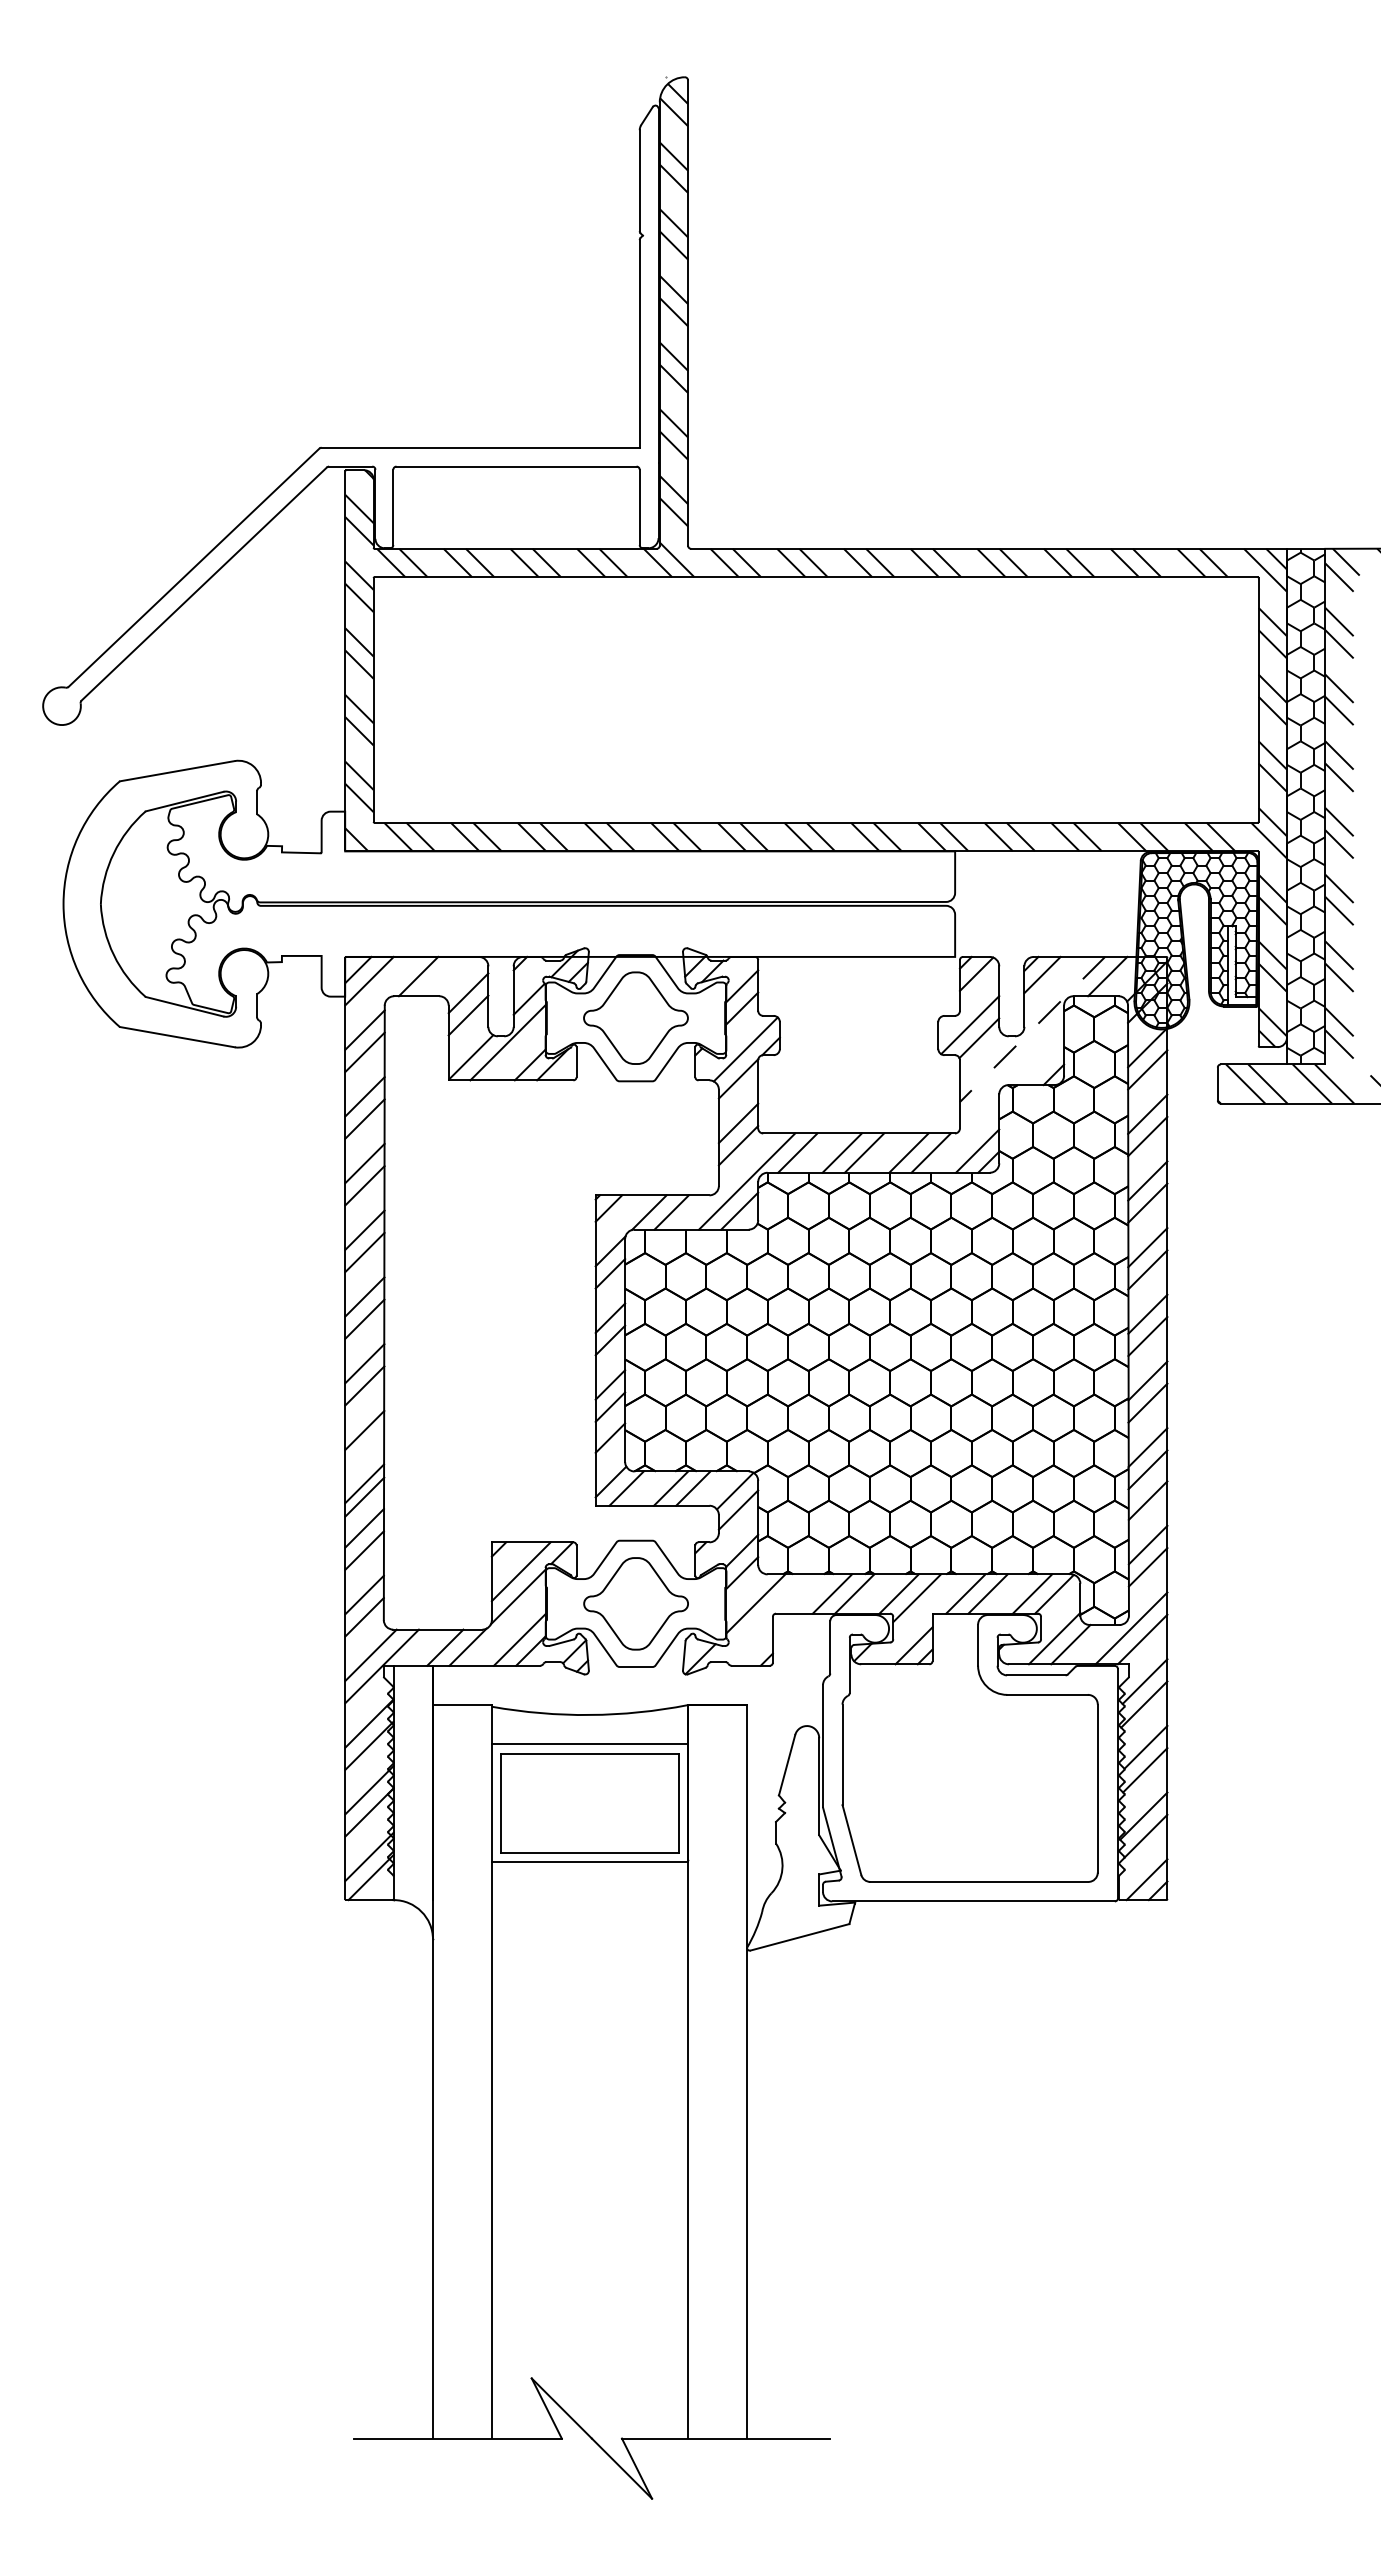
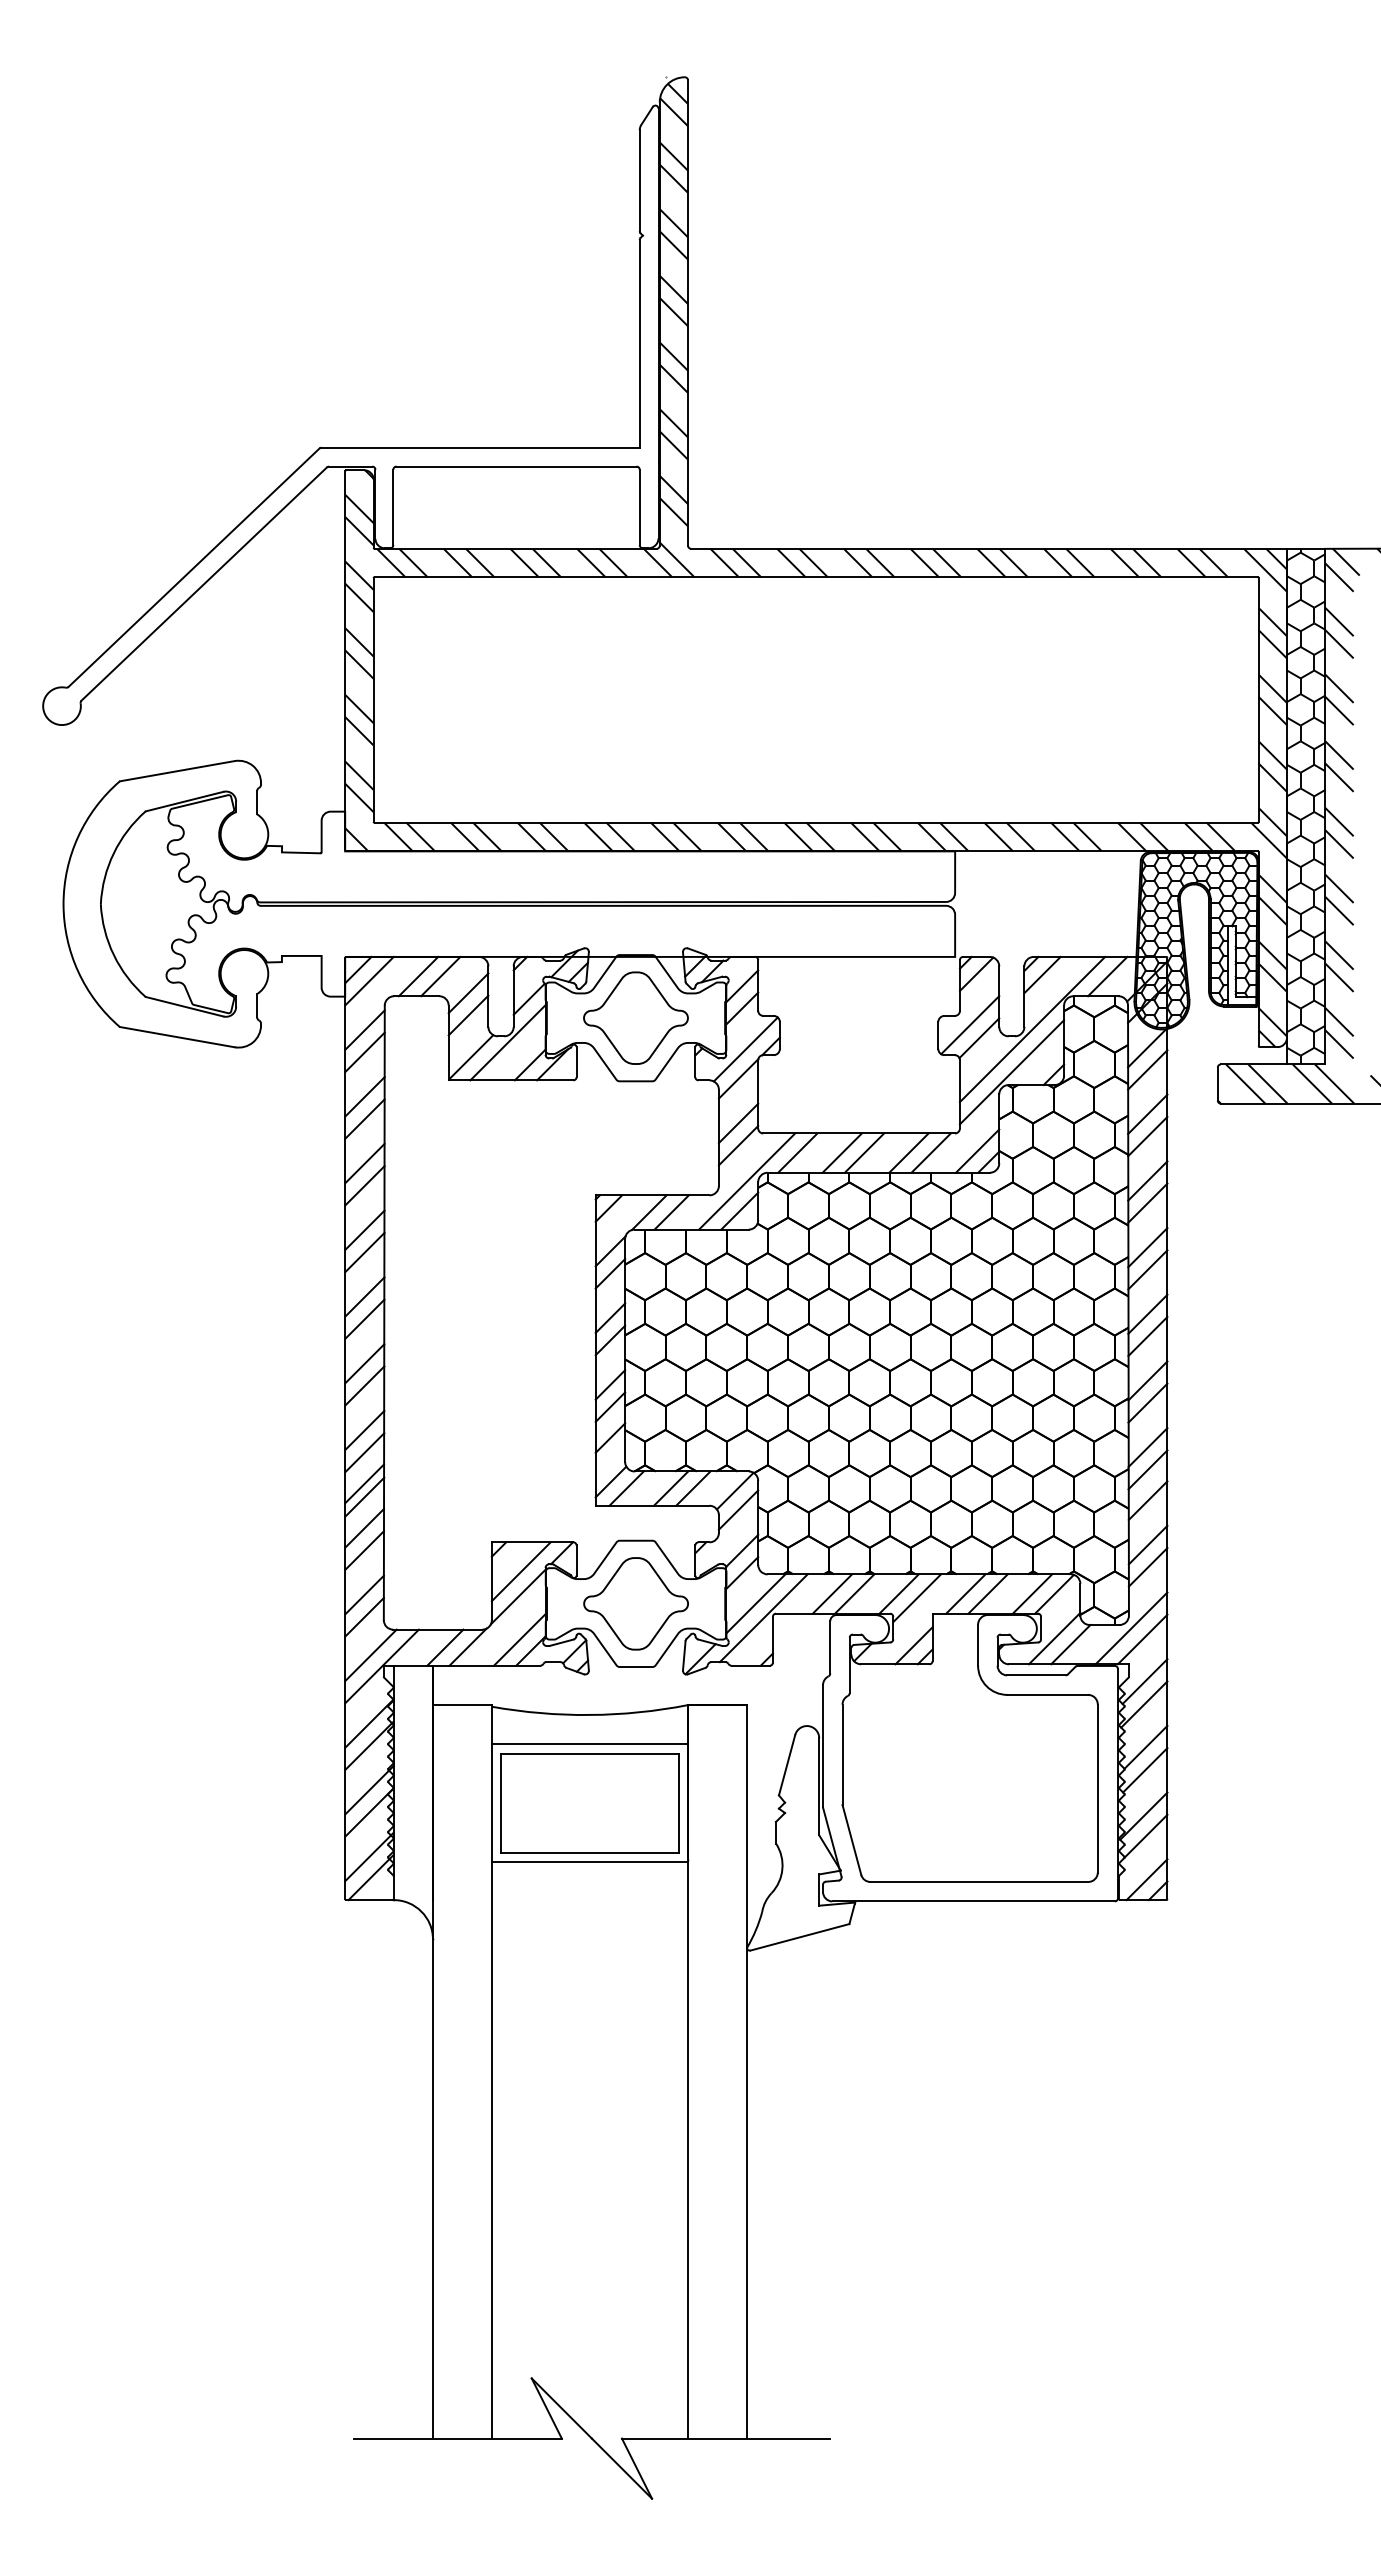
line at (440, 976): none -> present
line at (1032, 1029): dashed -> solid
line at (1011, 1072): none -> present
line at (364, 1452): none -> present
line at (763, 1618): none -> present
